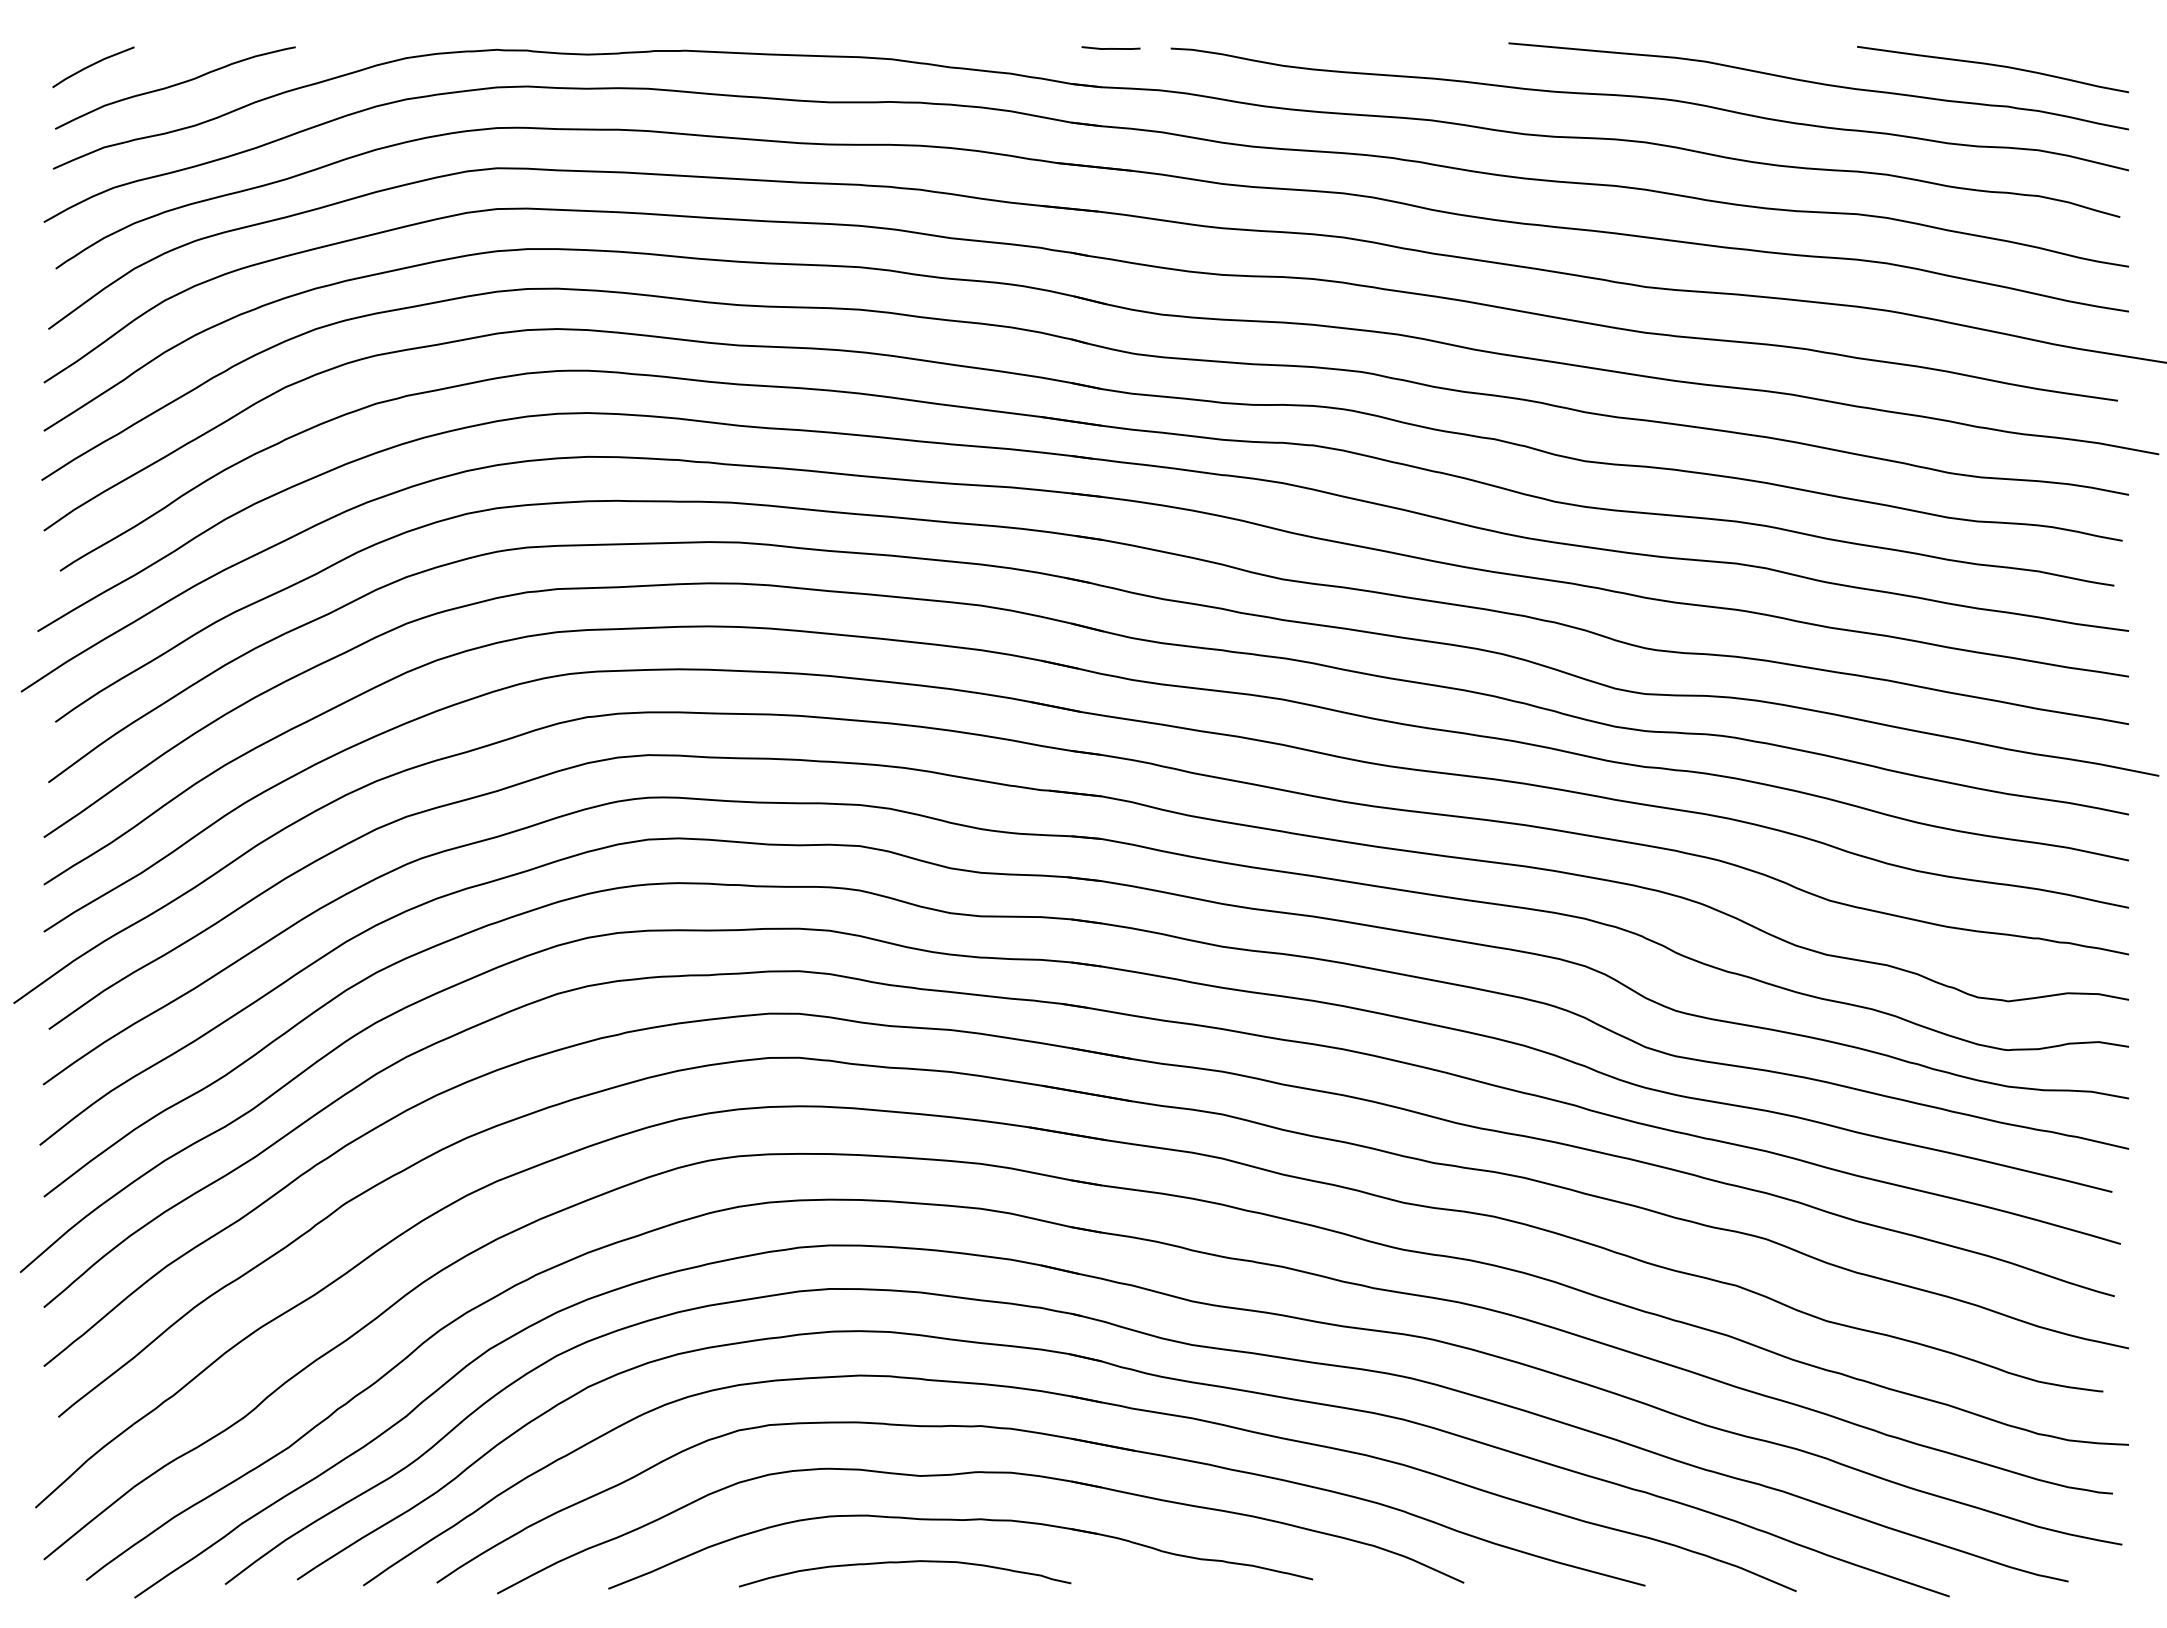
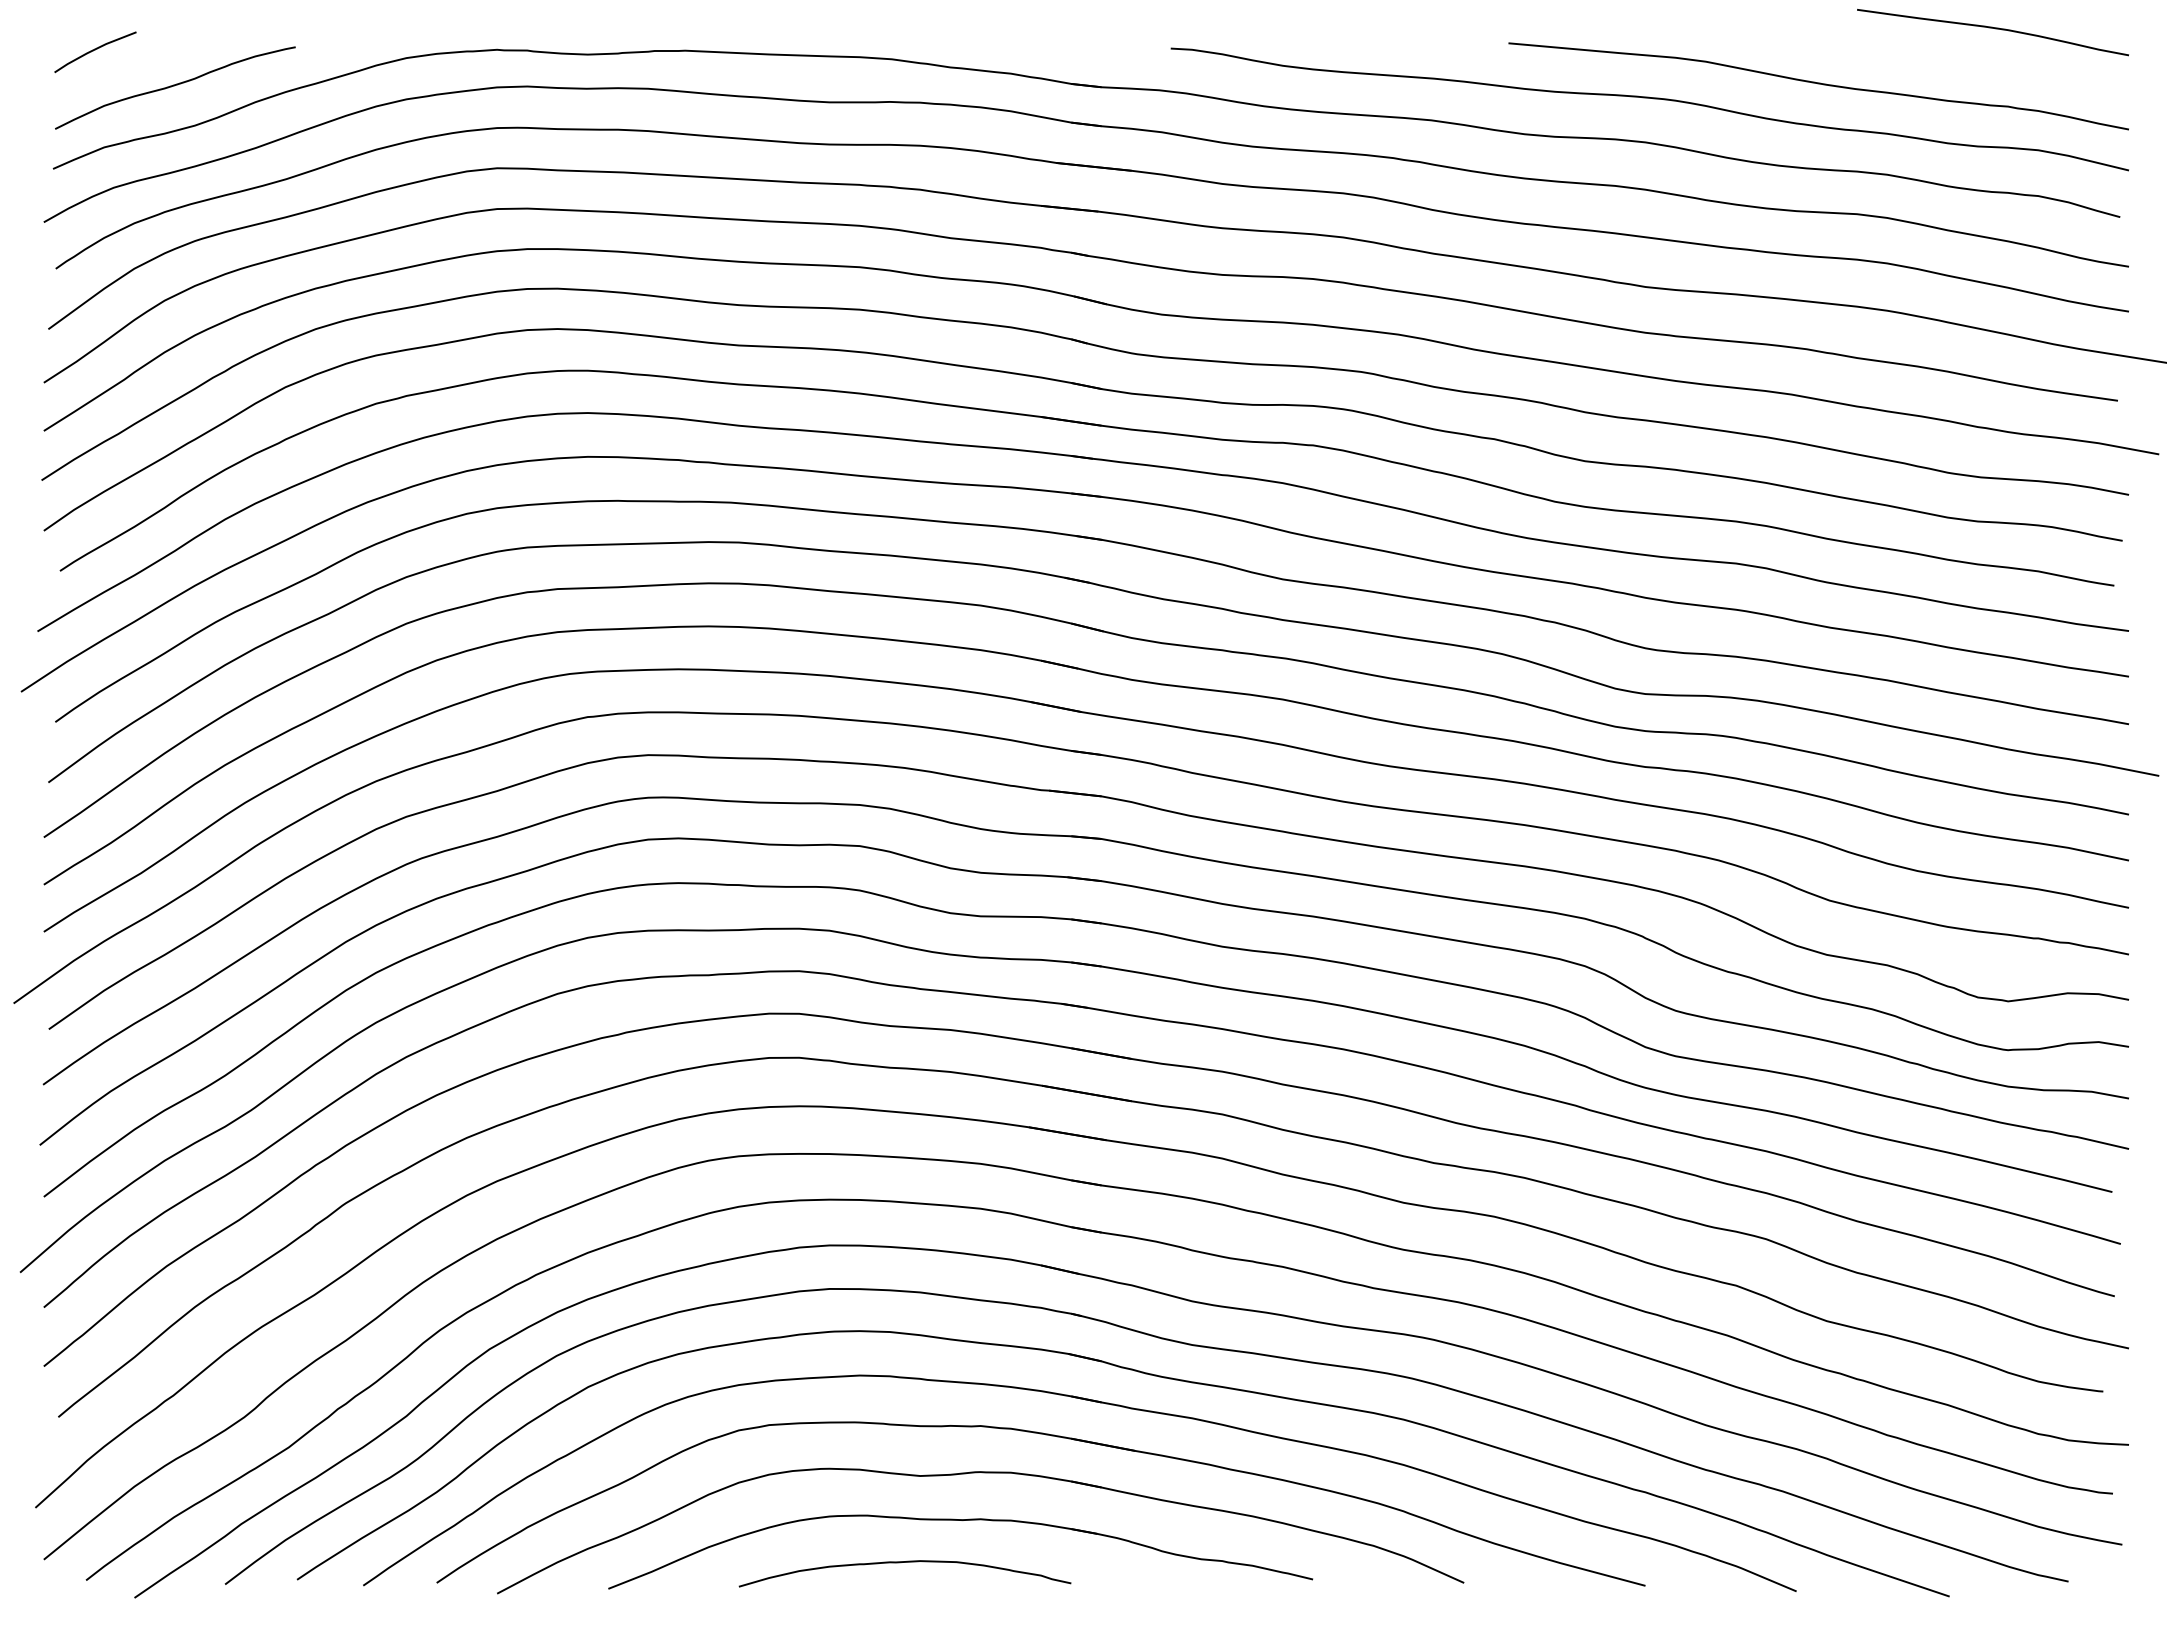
line at (1110, 48): present -> none
line at (93, 65) position: (93, 65) -> (95, 50)
curve at (1992, 65) position: (1992, 65) -> (1992, 28)
